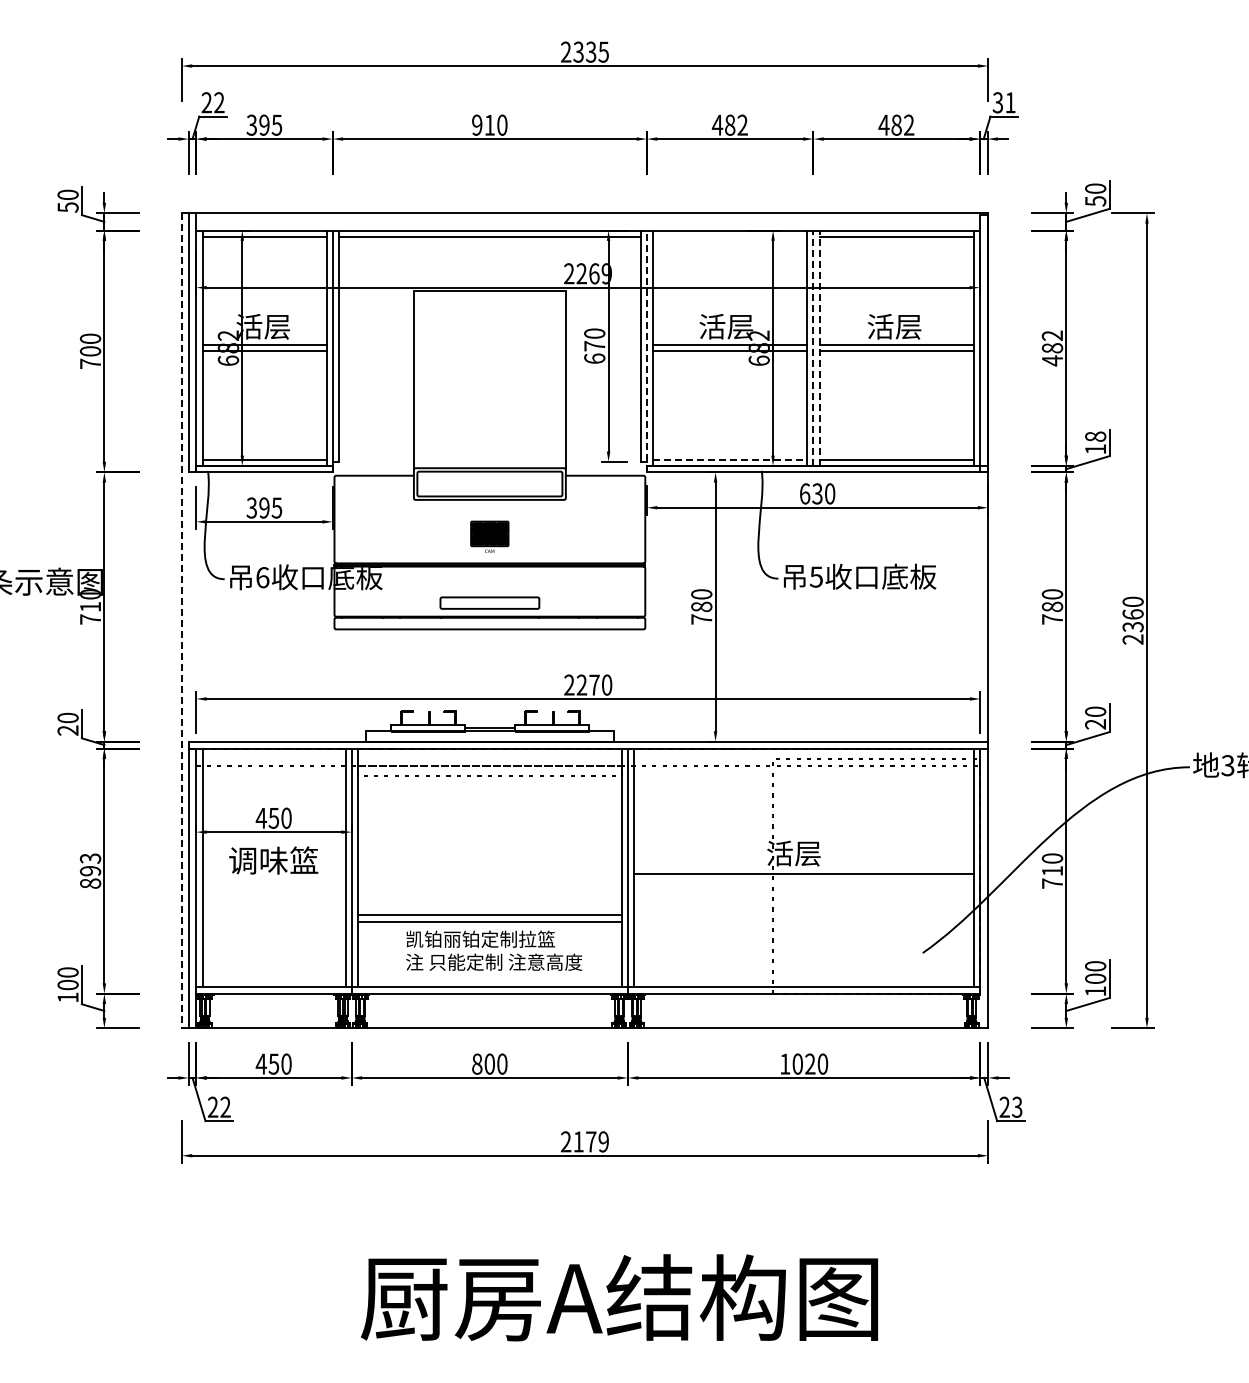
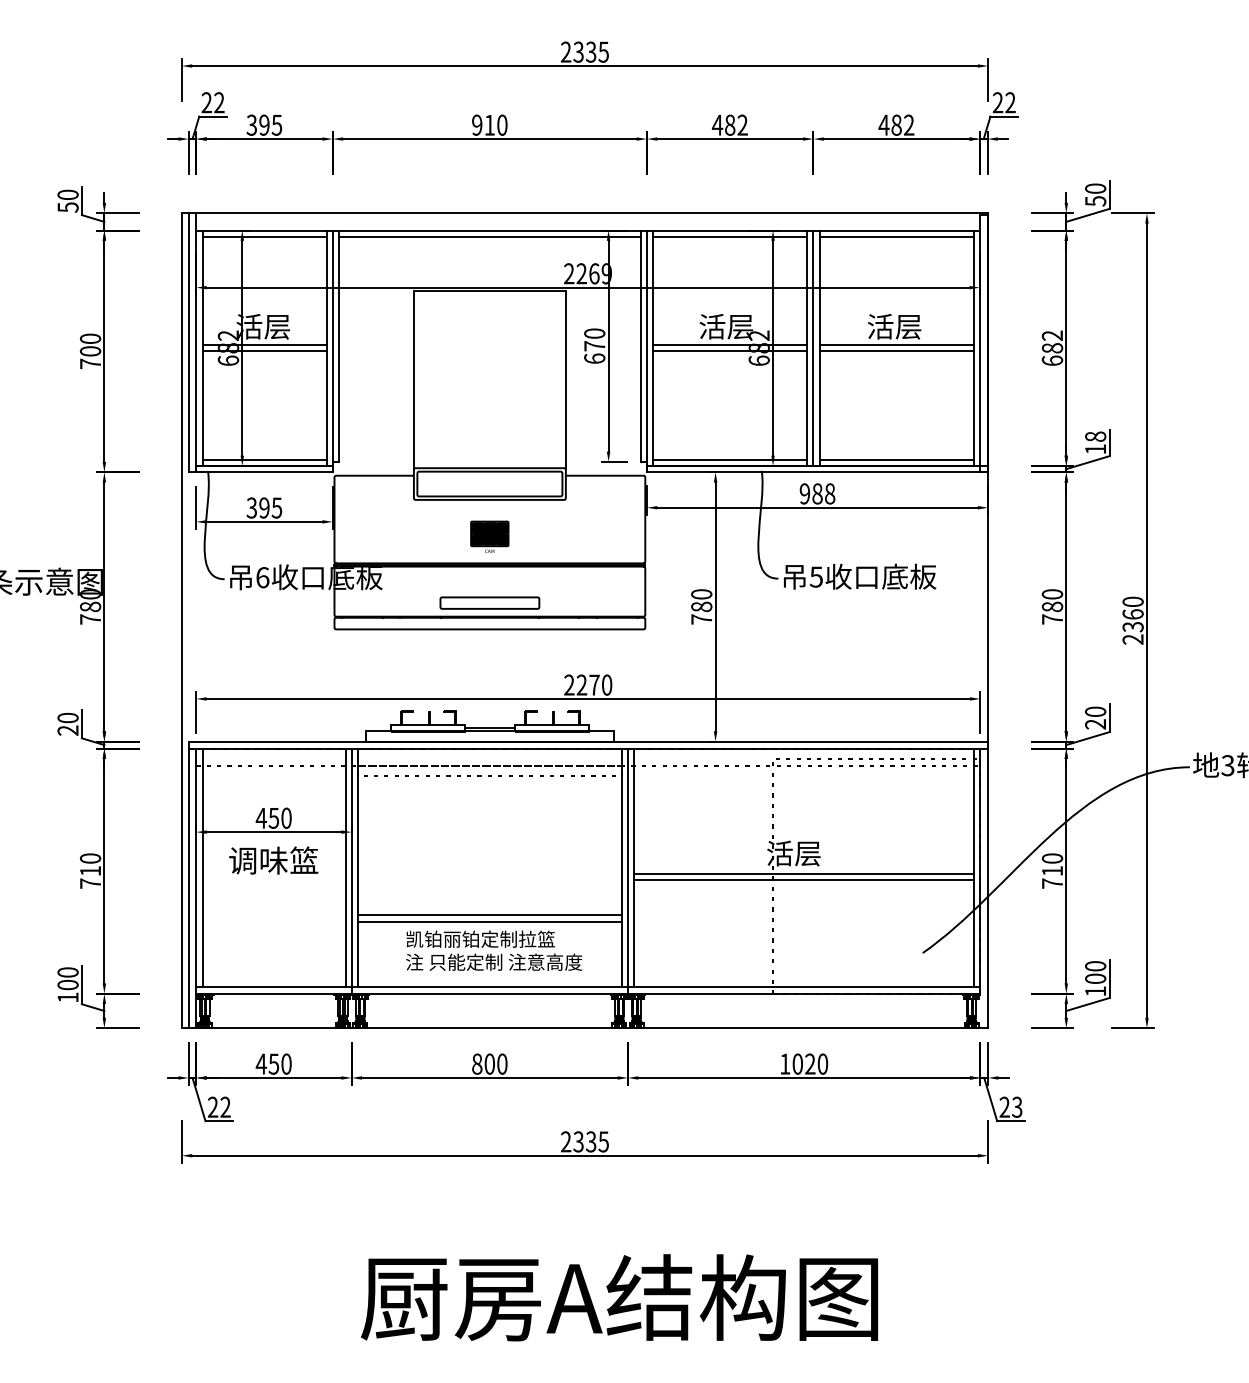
text at (1003, 102): 31 -> 22
line at (730, 236): none -> present
line at (813, 348): dashed -> solid
line at (819, 348): dashed -> solid
line at (647, 351): dashed -> solid
text at (1052, 360): 482 -> 682
line at (730, 459): dashed -> solid
text at (817, 493): 630 -> 988
text at (90, 606): 710 -> 780
line at (181, 621): dashed -> solid
text at (90, 870): 893 -> 710
line at (804, 879): none -> present
text at (590, 1141): 2179 -> 2335
